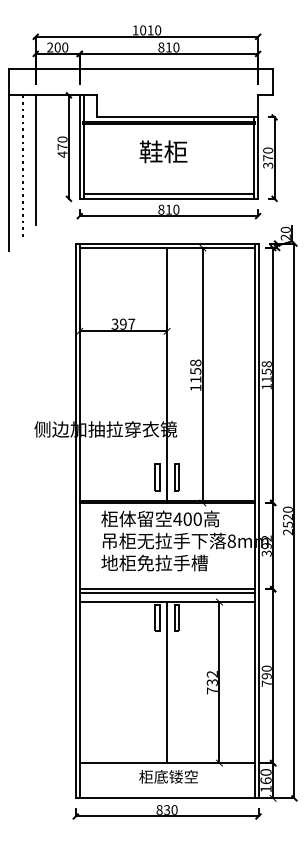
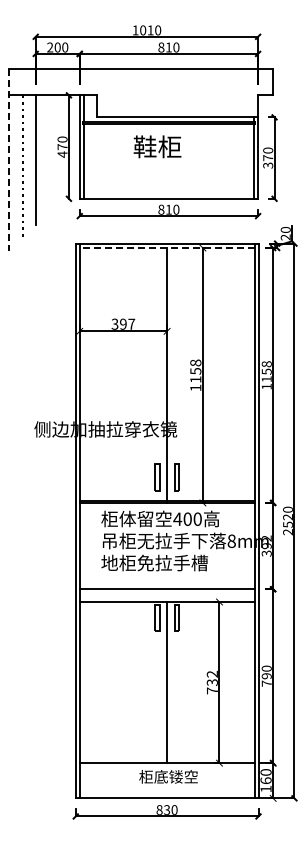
text at (163, 151) position: (163, 151) -> (157, 146)
line at (9, 160): solid -> dashed
line at (168, 194): present -> none
line at (166, 248): solid -> dashed
line at (166, 593): present -> none
